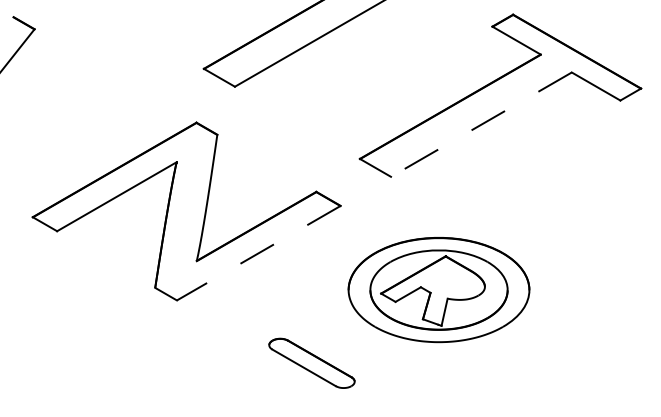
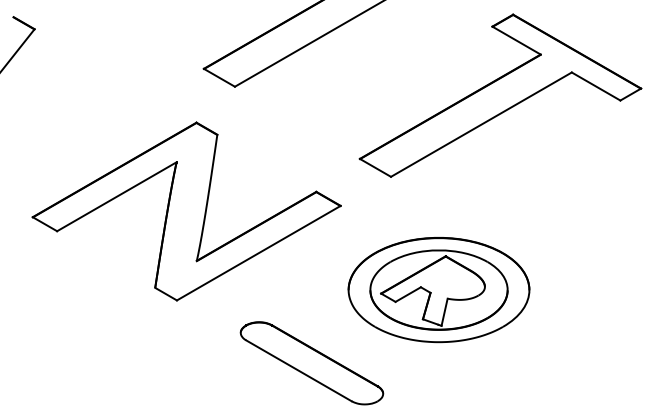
line at (480, 124): dashed -> solid
line at (258, 253): dashed -> solid
part at (311, 362) size: 88x52 px -> 146x85 px
